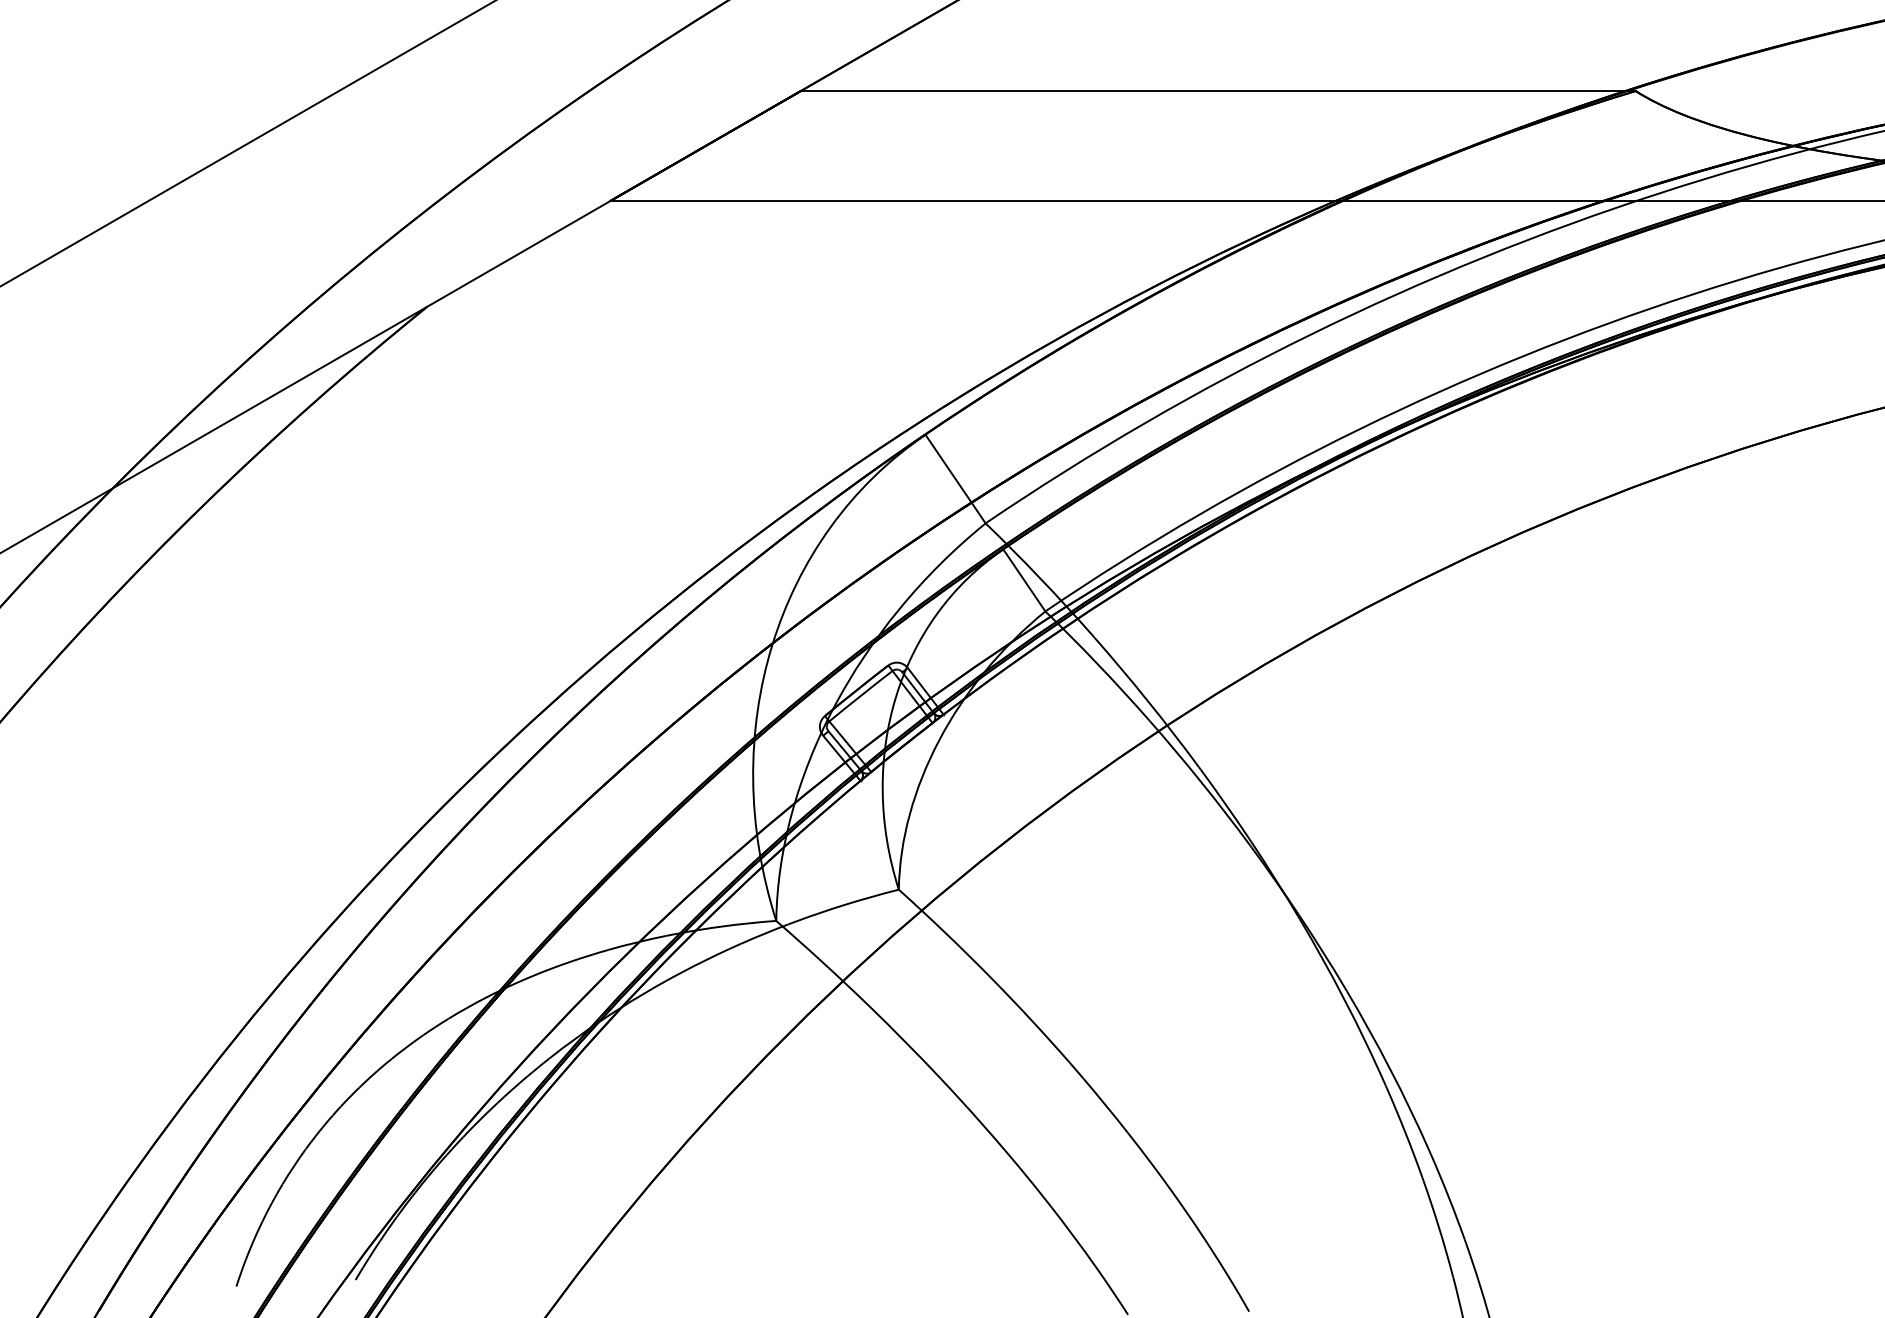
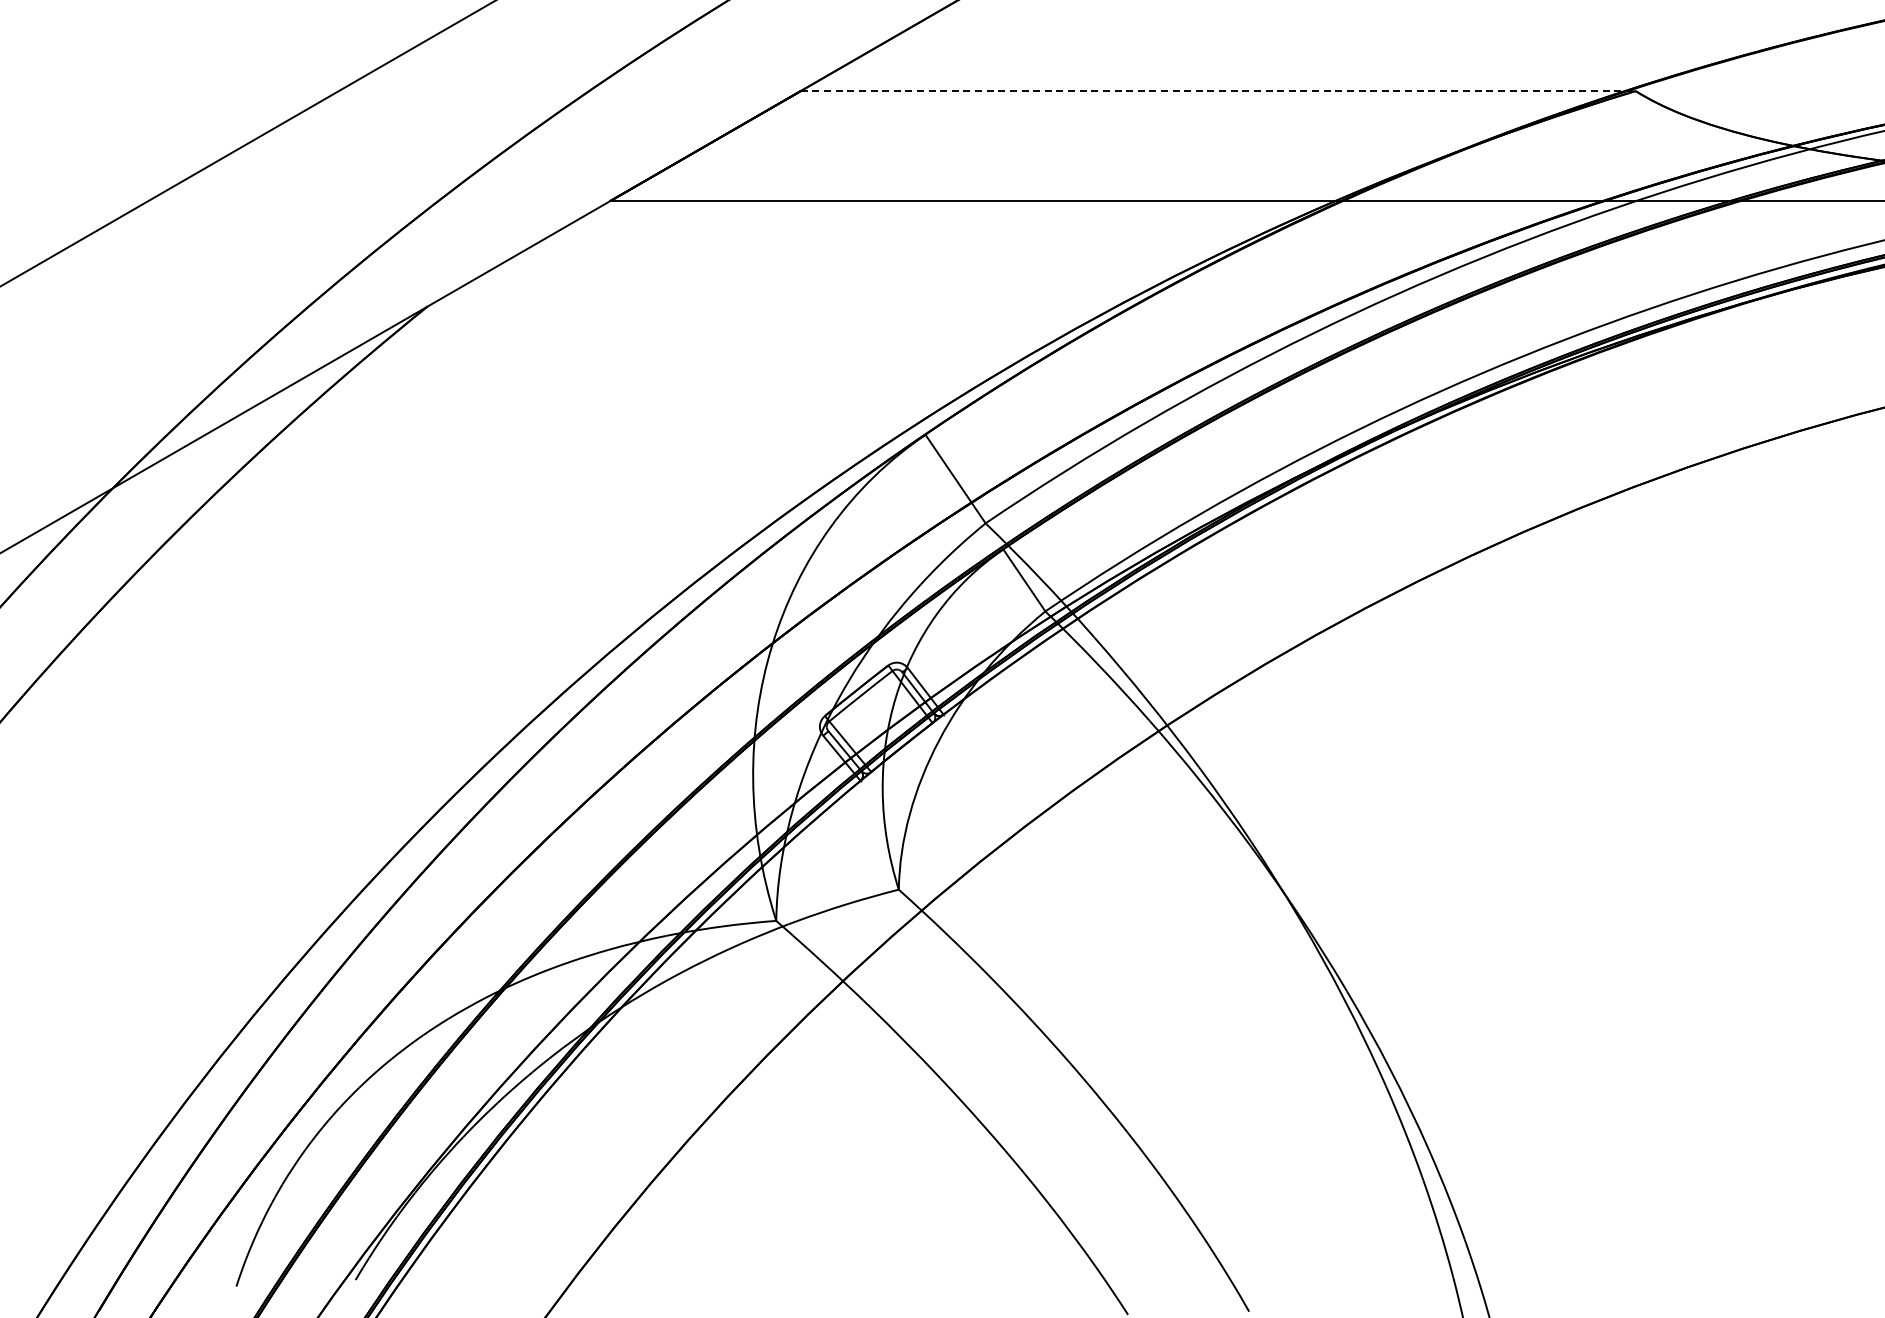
line at (1218, 91): solid -> dashed
